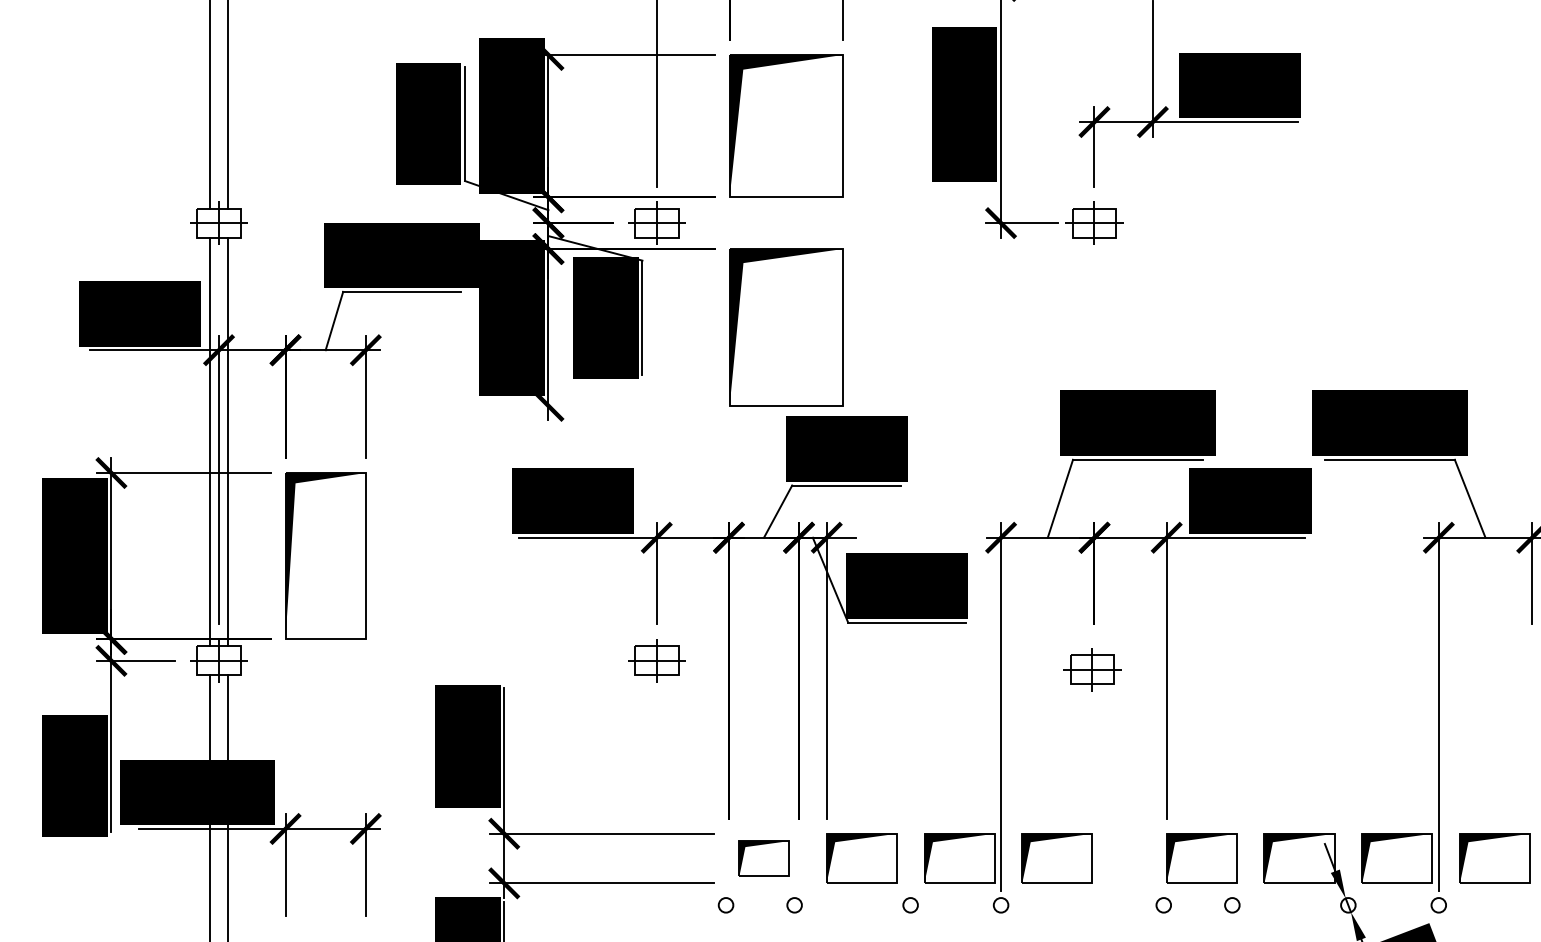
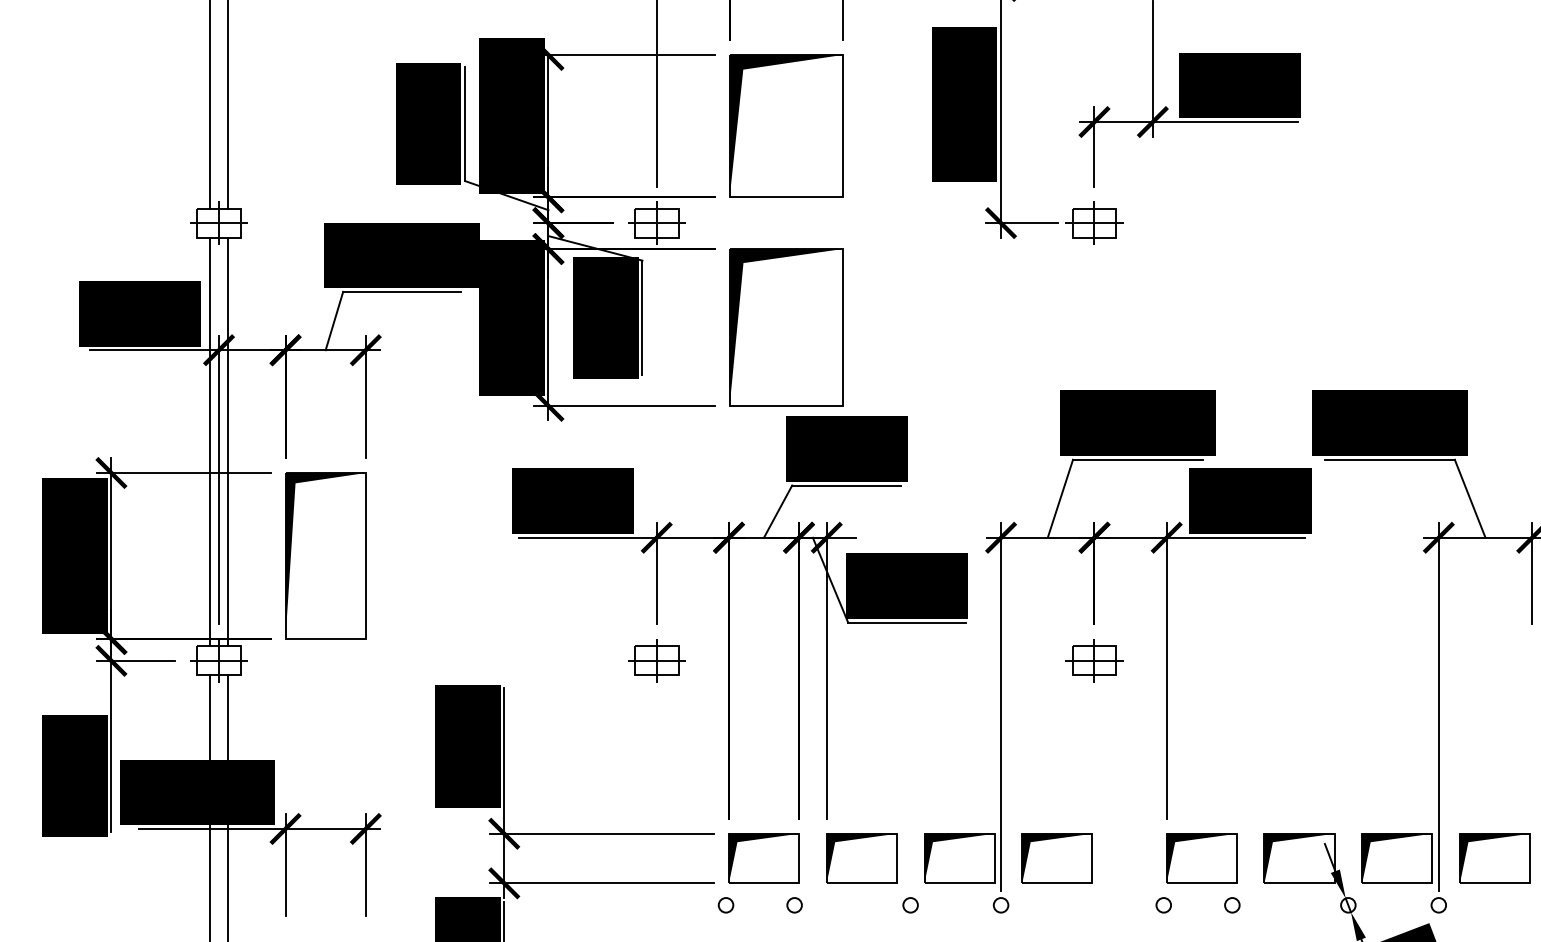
line at (624, 405): none -> present
part at (1092, 669) position: (1092, 669) -> (1094, 660)
part at (763, 858) size: 52x37 px -> 72x51 px
